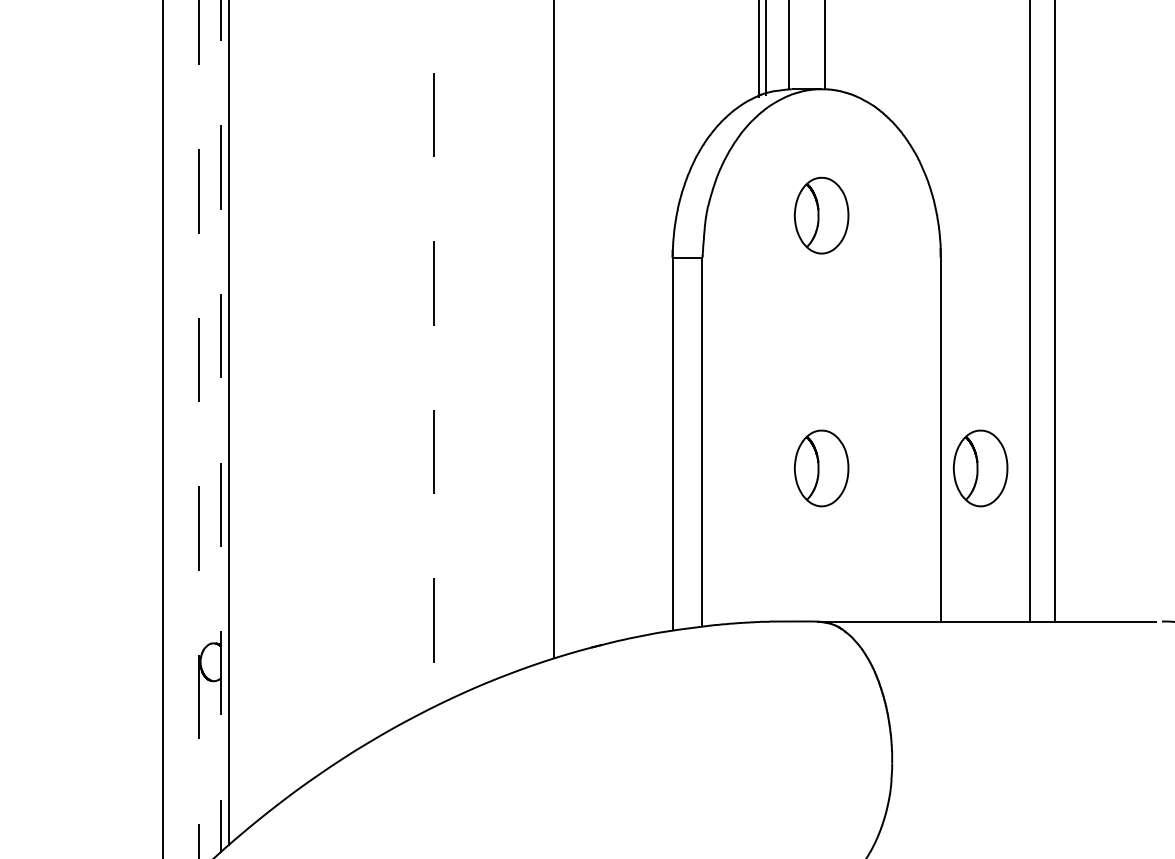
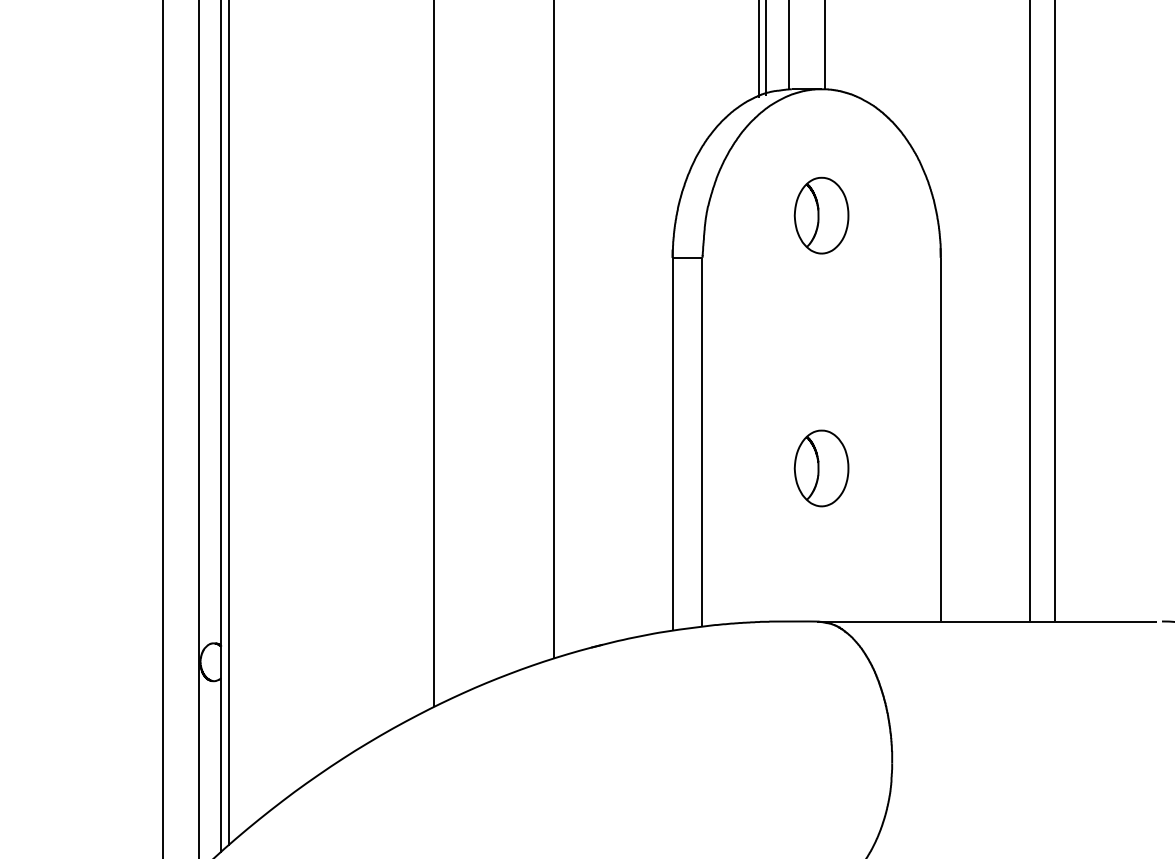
line at (434, 353): dashed -> solid
line at (221, 426): dashed -> solid
line at (198, 429): dashed -> solid
part at (980, 468): present -> none
